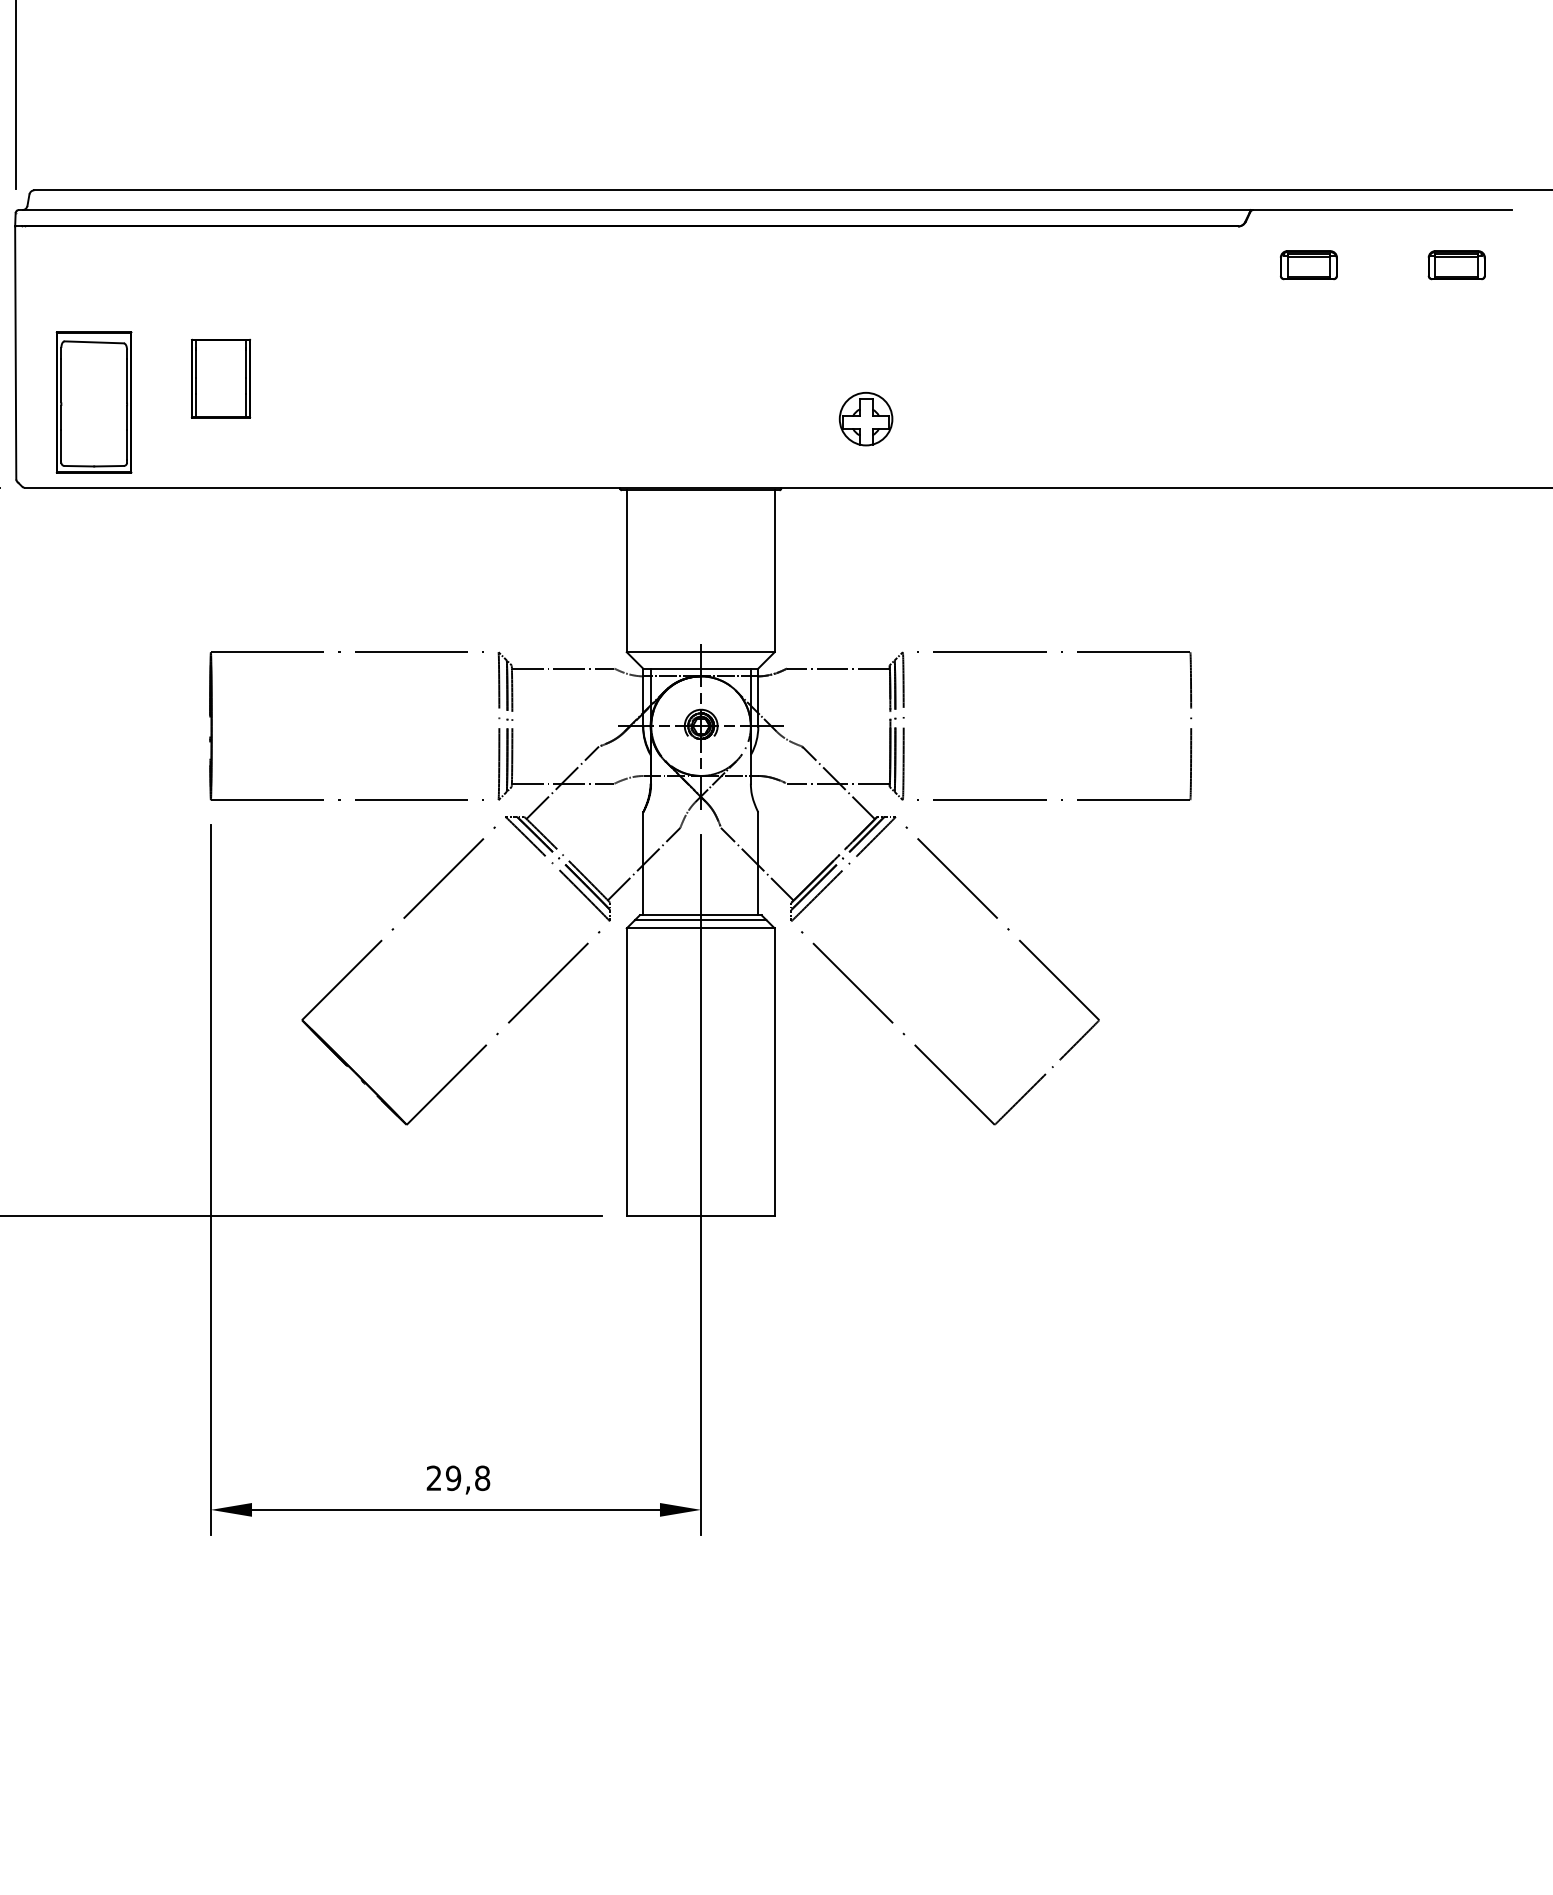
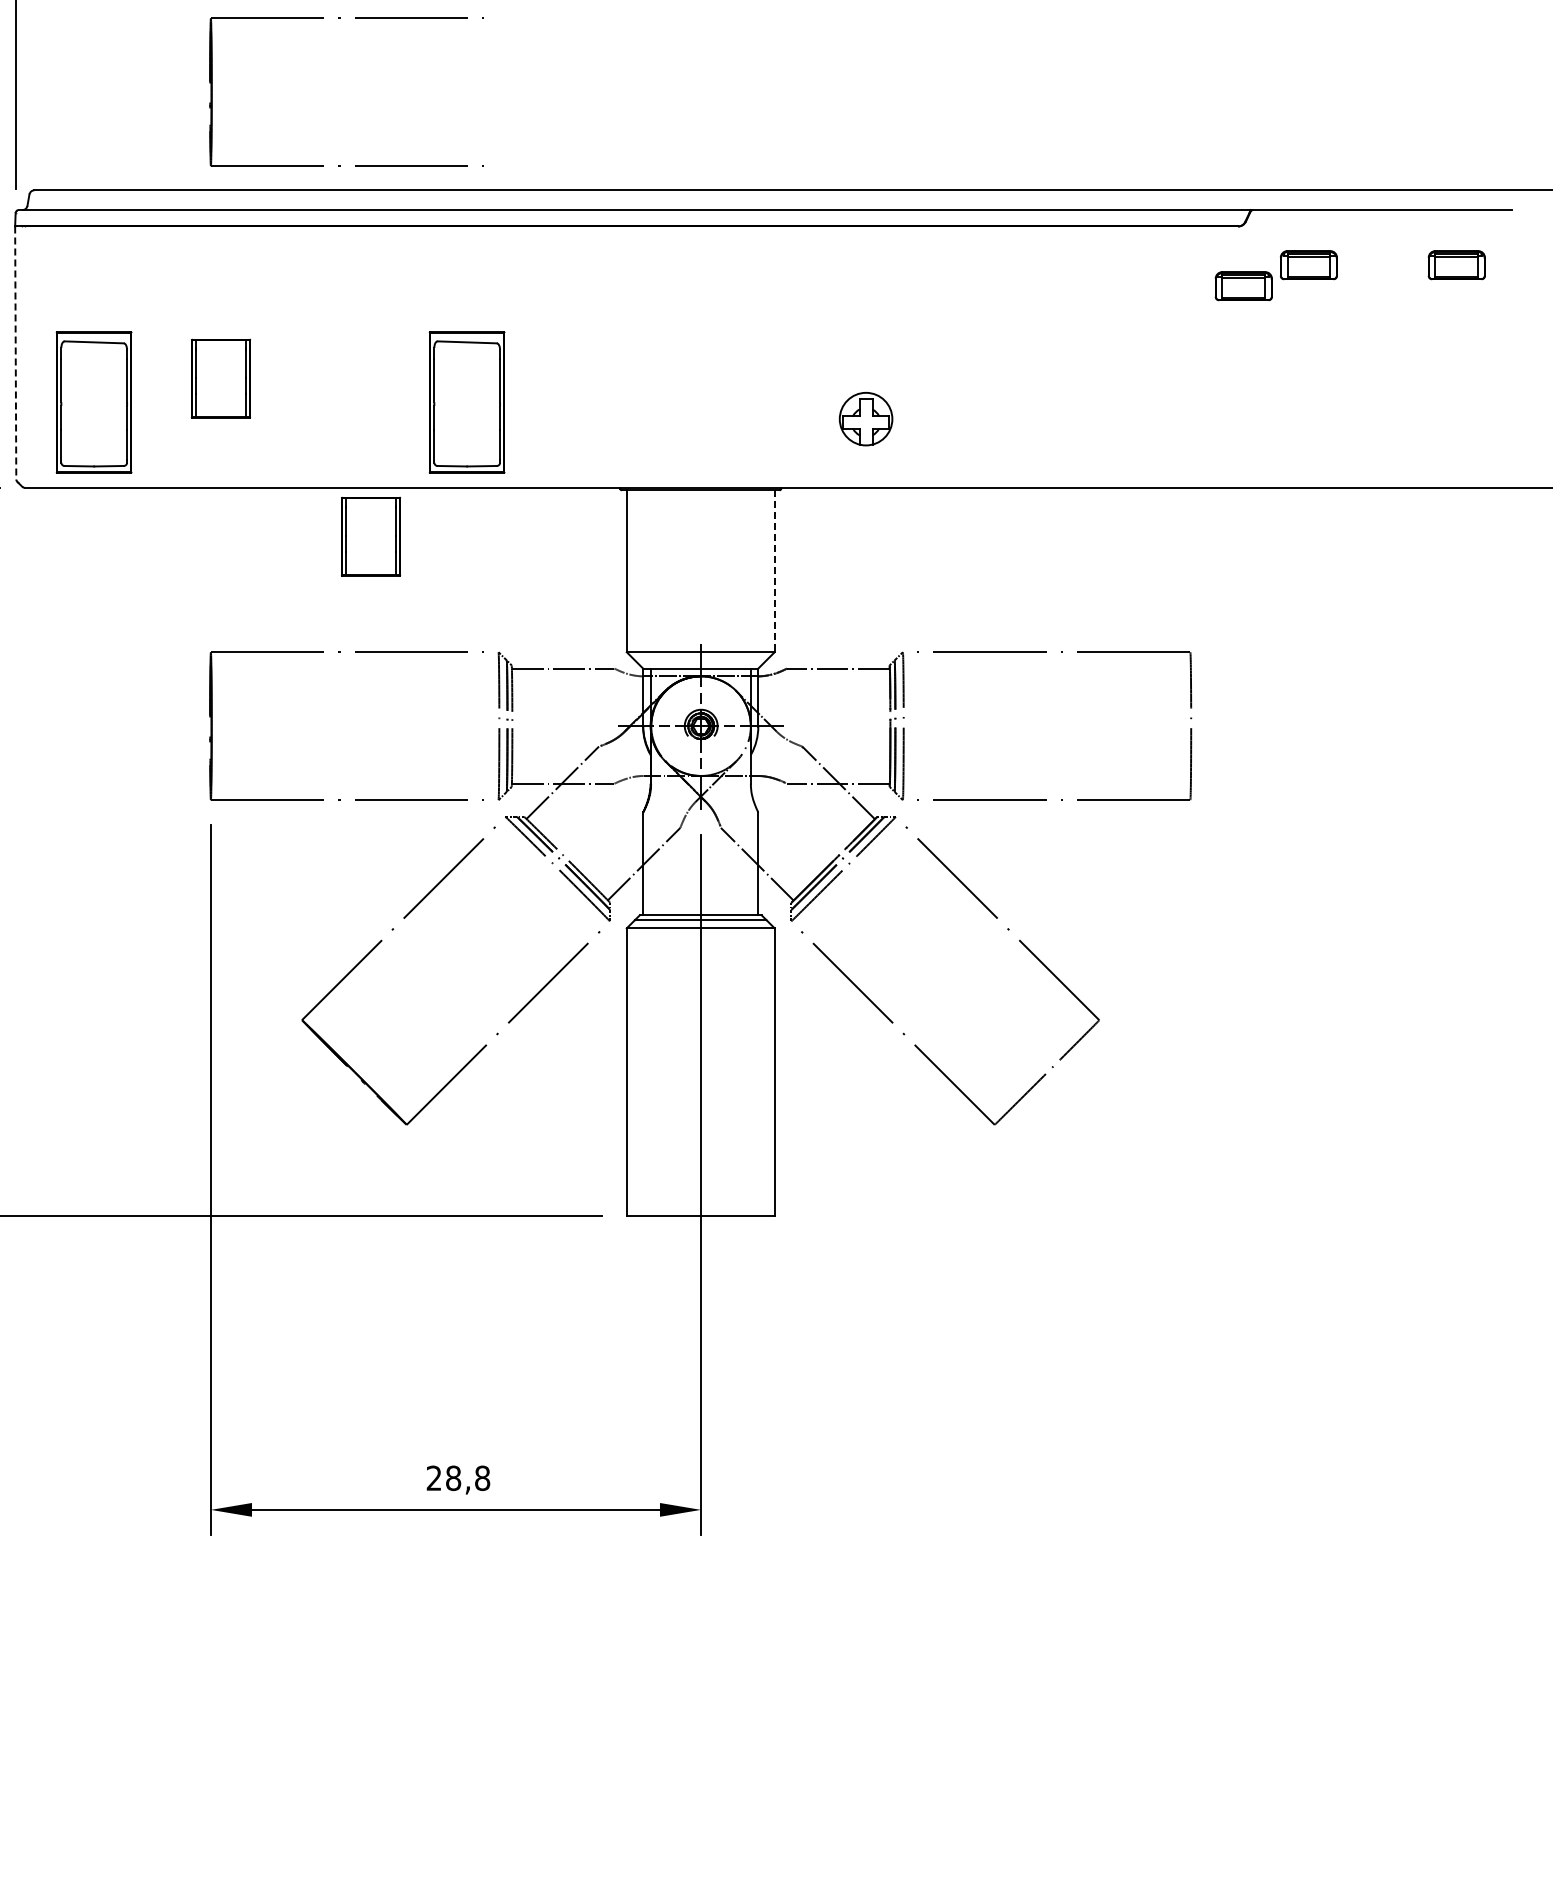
part at (340, 18): none -> present
part at (1243, 286): none -> present
line at (15, 353): solid -> dashed
part at (466, 402): none -> present
part at (371, 536): none -> present
line at (774, 571): solid -> dashed
text at (453, 1478): 29,8 -> 28,8
